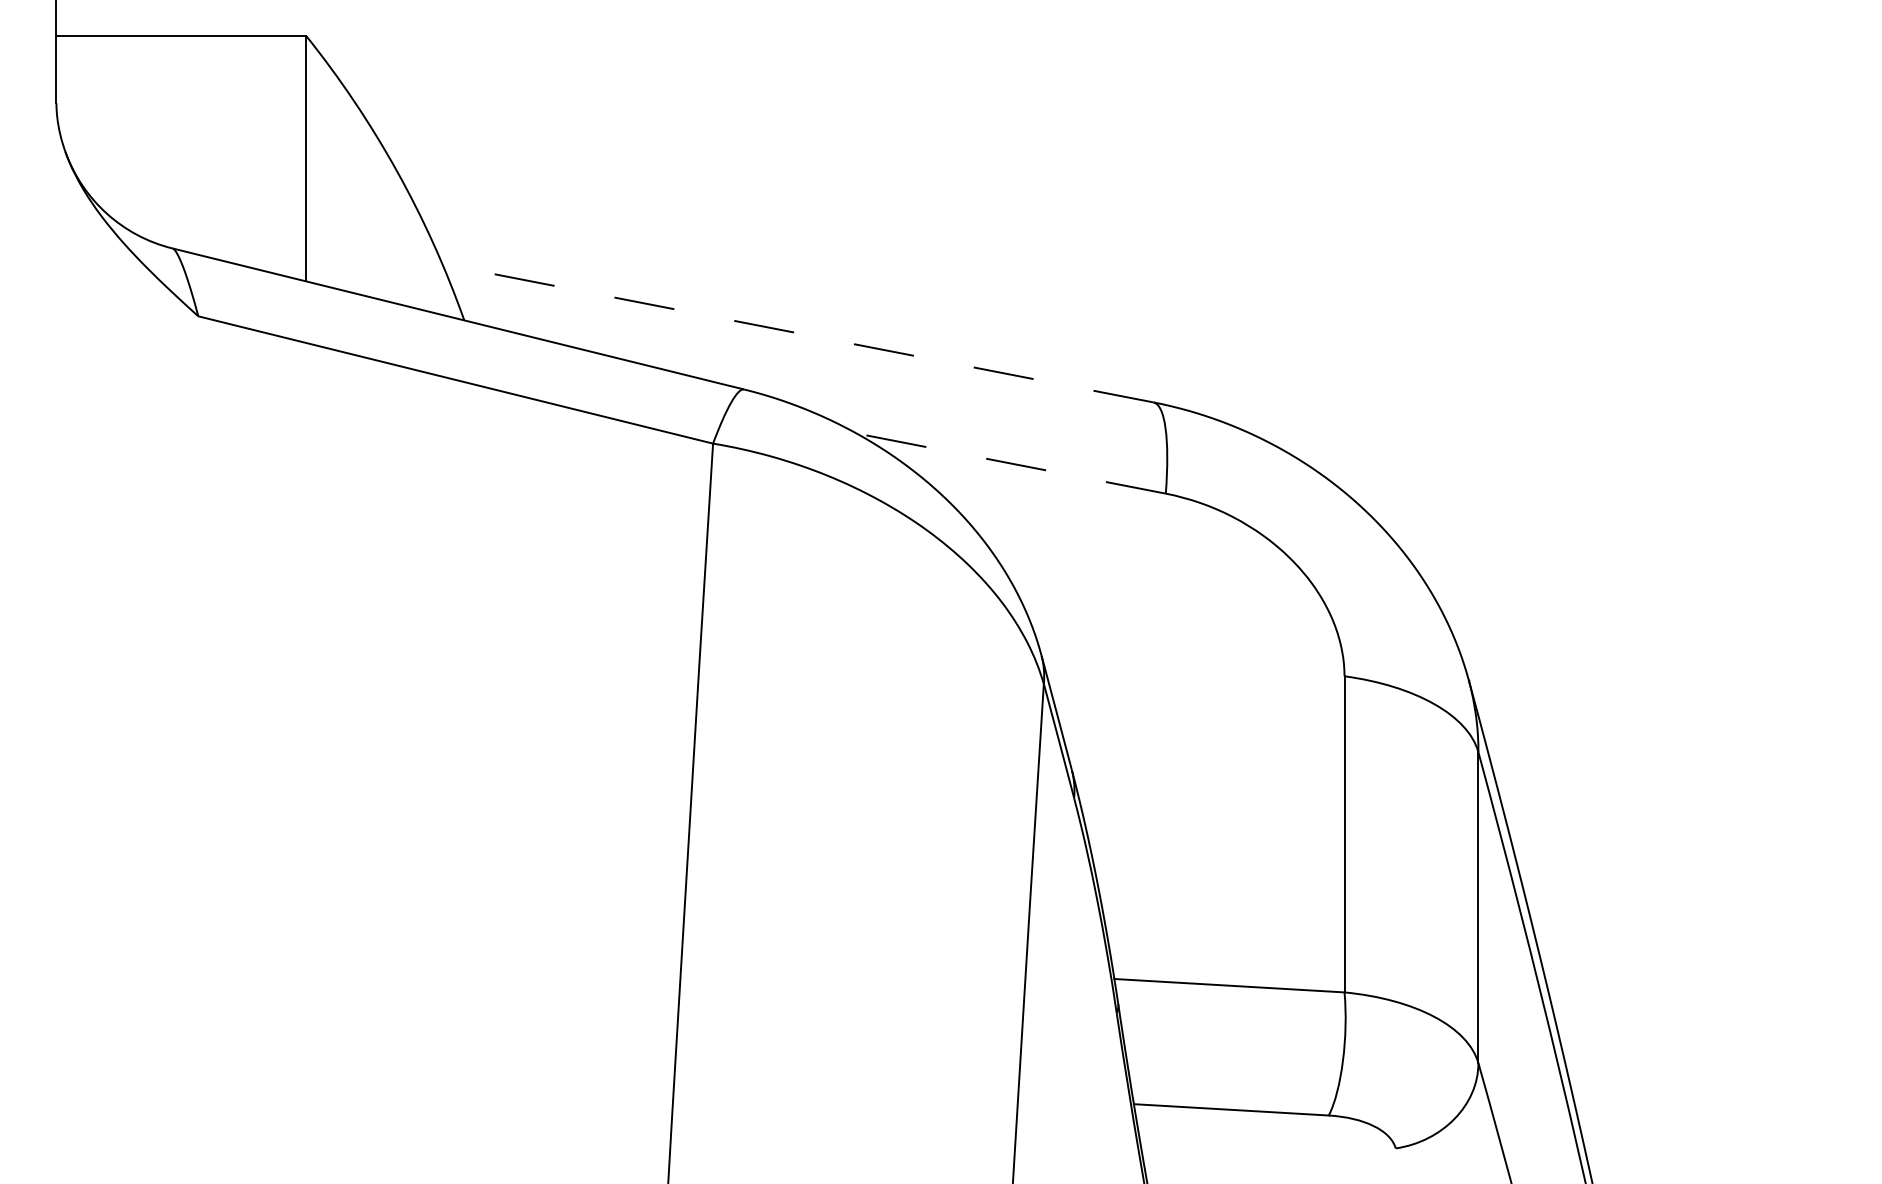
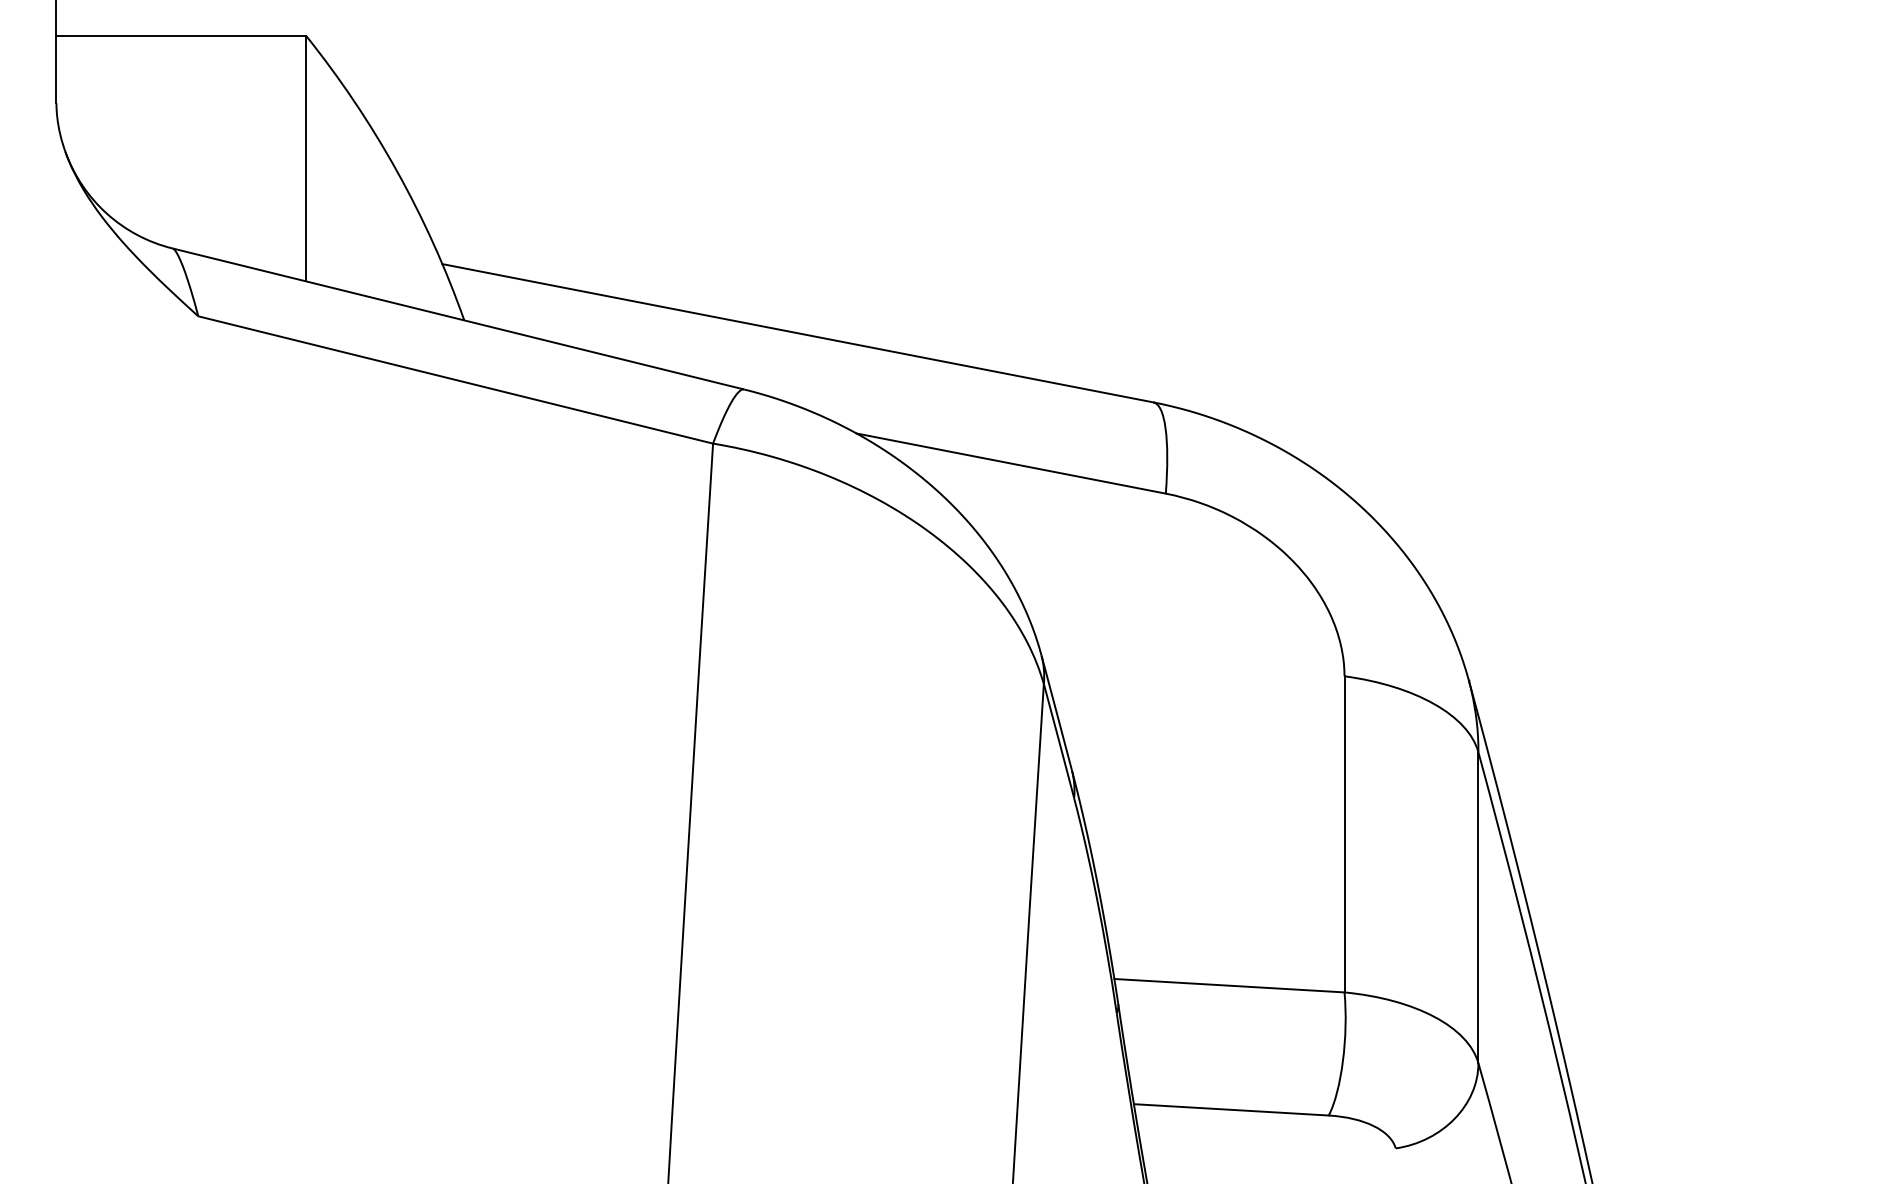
line at (797, 333): dashed -> solid
line at (1011, 463): dashed -> solid
